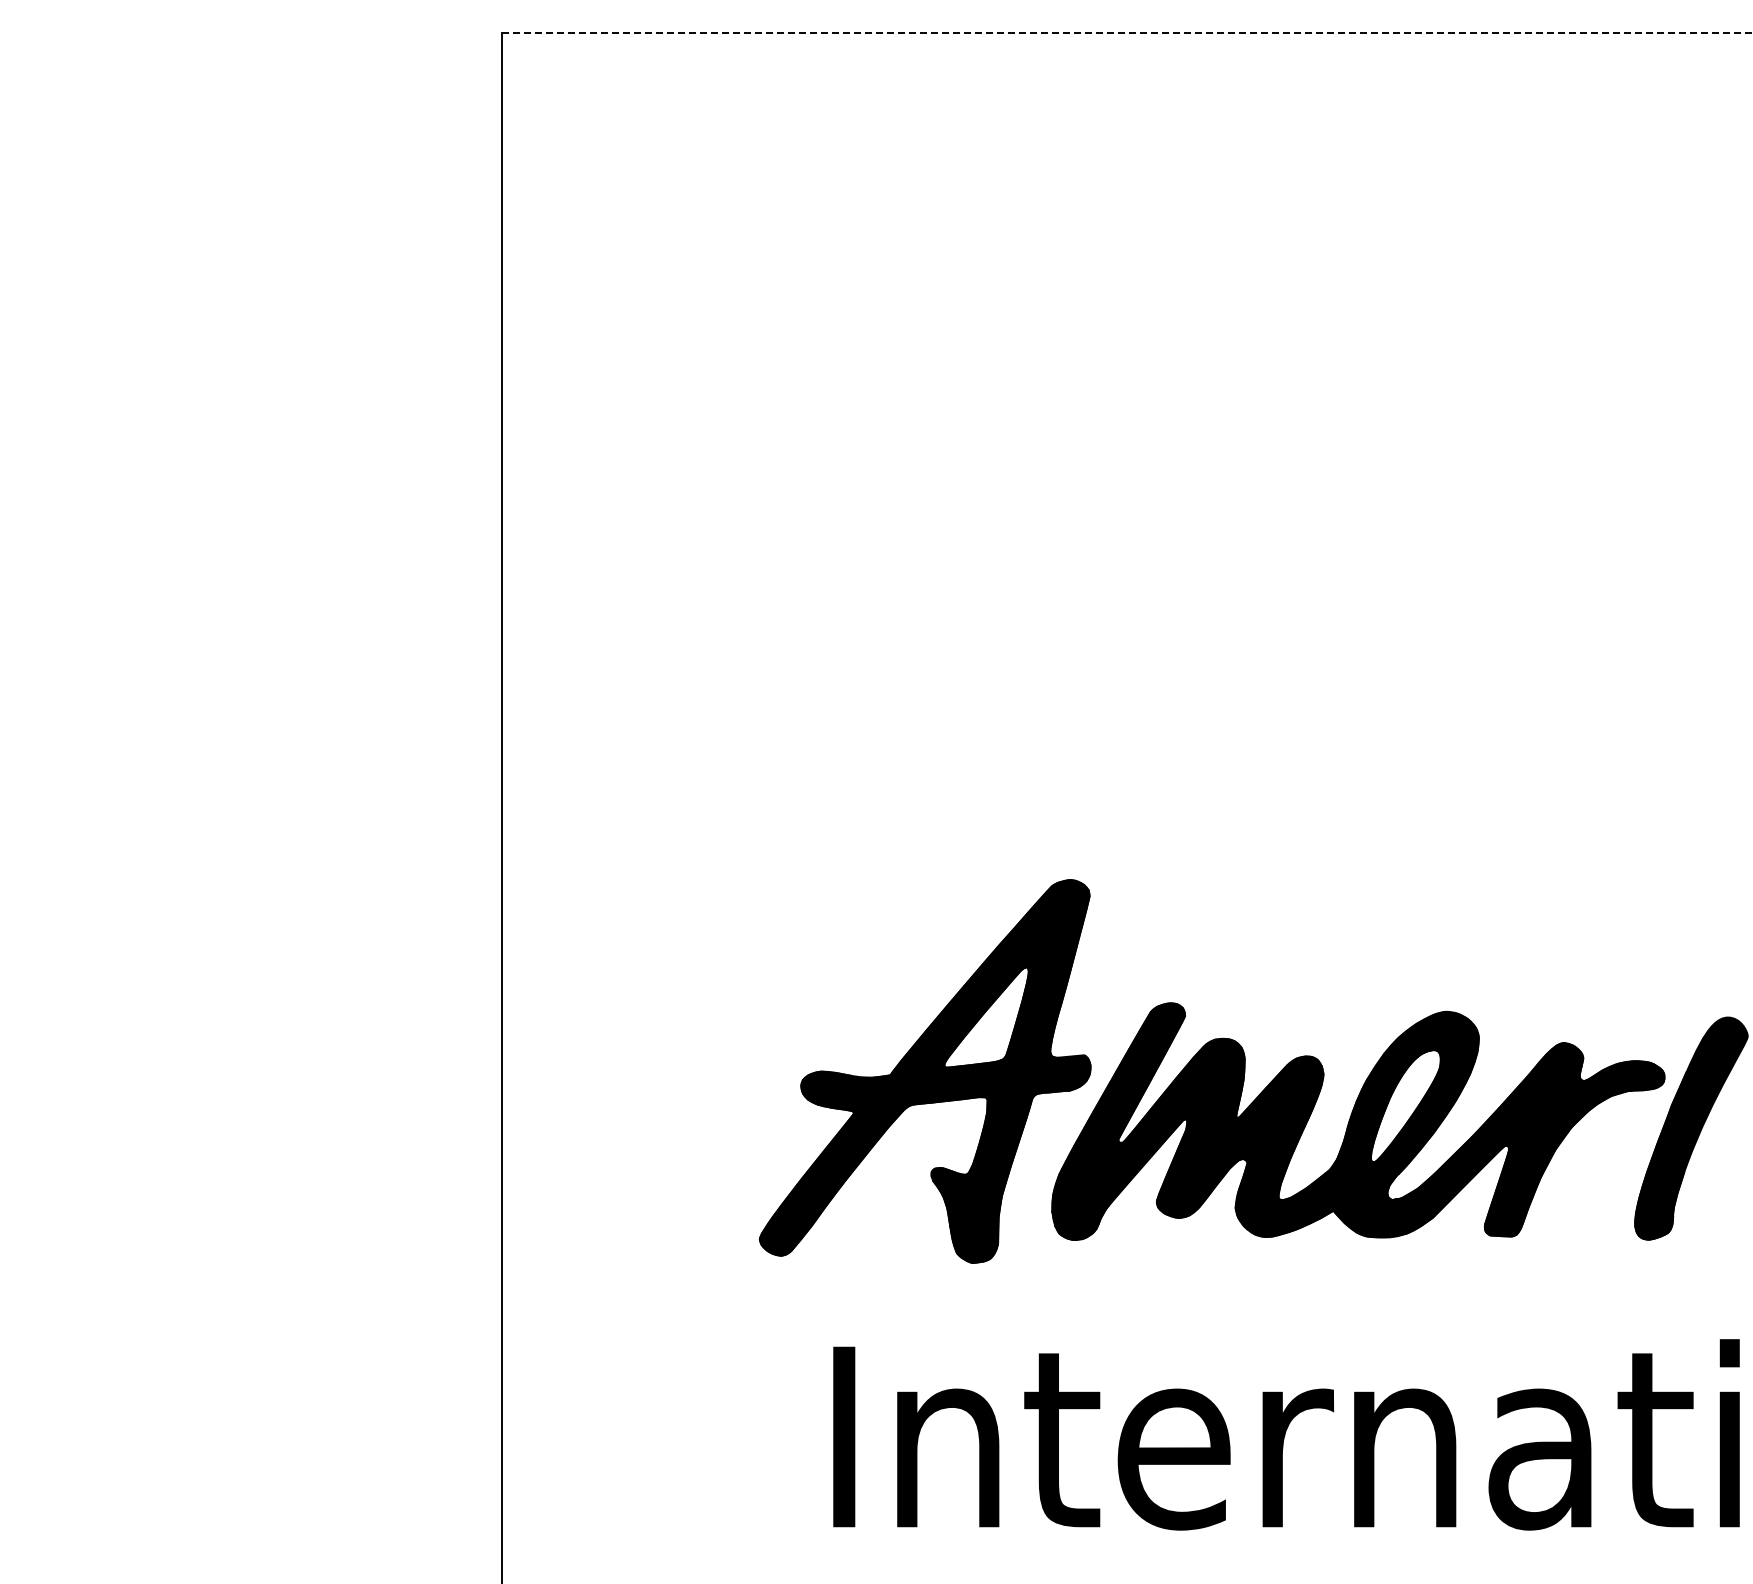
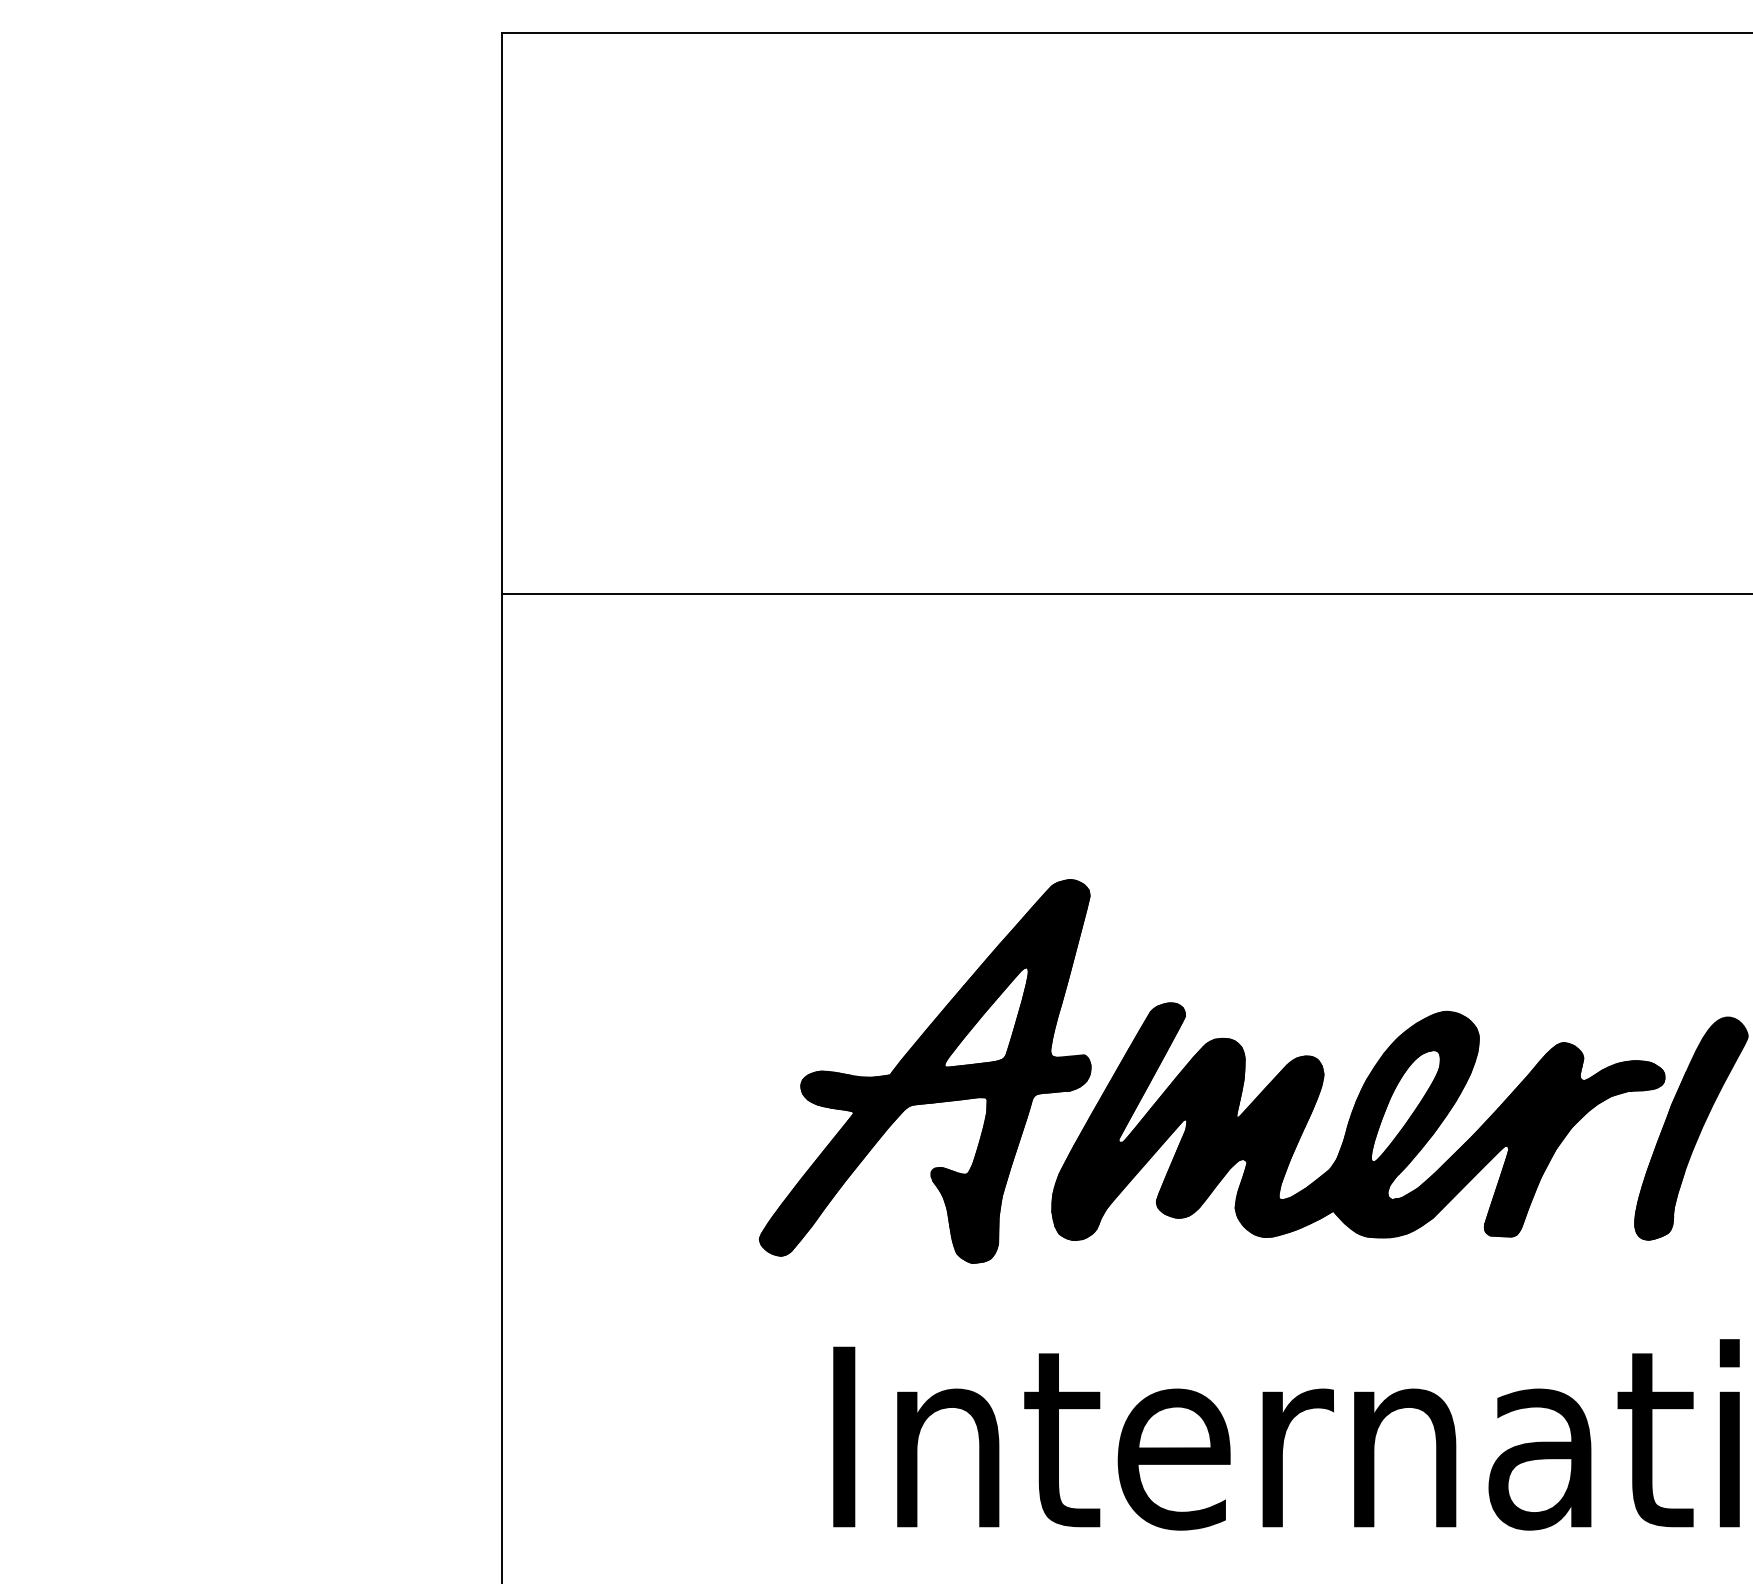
line at (1127, 33): dashed -> solid
line at (1125, 593): none -> present
